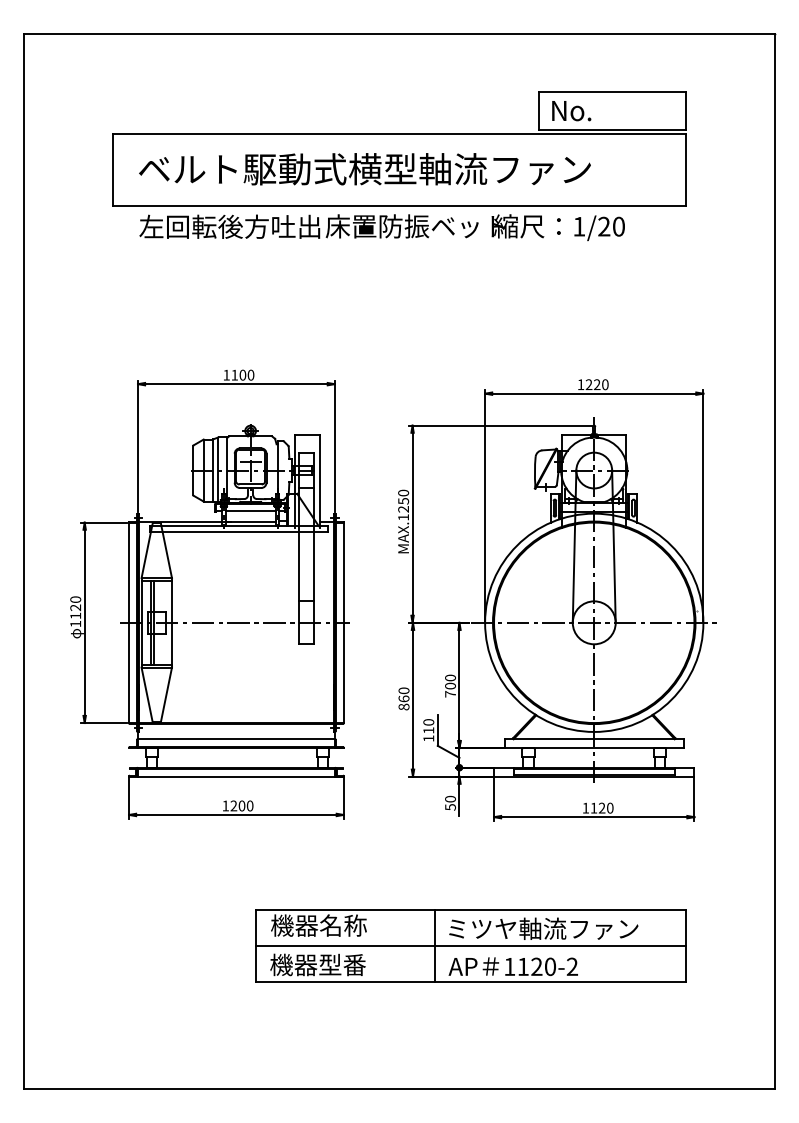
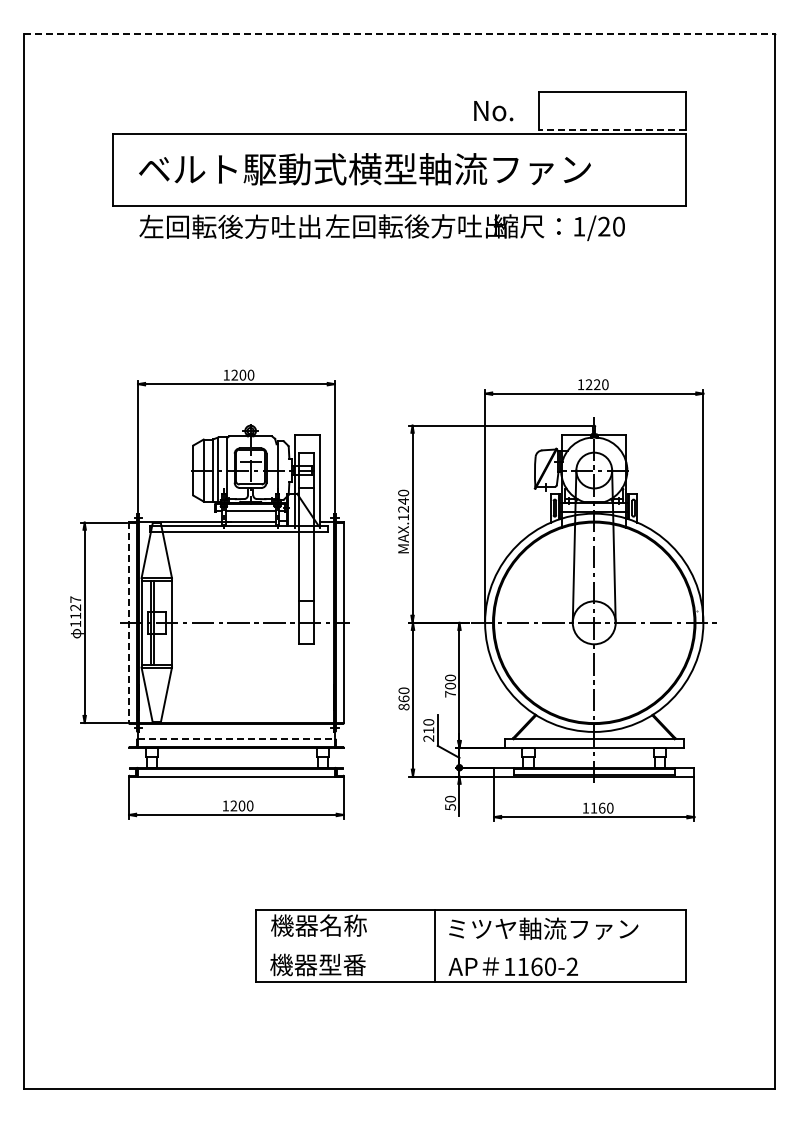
line at (399, 33): solid -> dashed
text at (571, 111) position: (571, 111) -> (493, 111)
line at (612, 129): solid -> dashed
text at (415, 226): 床置防振ベット -> 左回転後方吐出
text at (234, 374): 1100 -> 1200
text at (403, 500): MAX.1250 -> MAX.1240
text at (75, 599): 1120 -> 1127
line at (129, 623): solid -> dashed
text at (428, 738): 110 -> 210
line at (236, 739): solid -> dashed
text at (601, 807): 1120 -> 1160
line at (470, 946): present -> none
text at (536, 966): 1120-2 -> 1160-2
